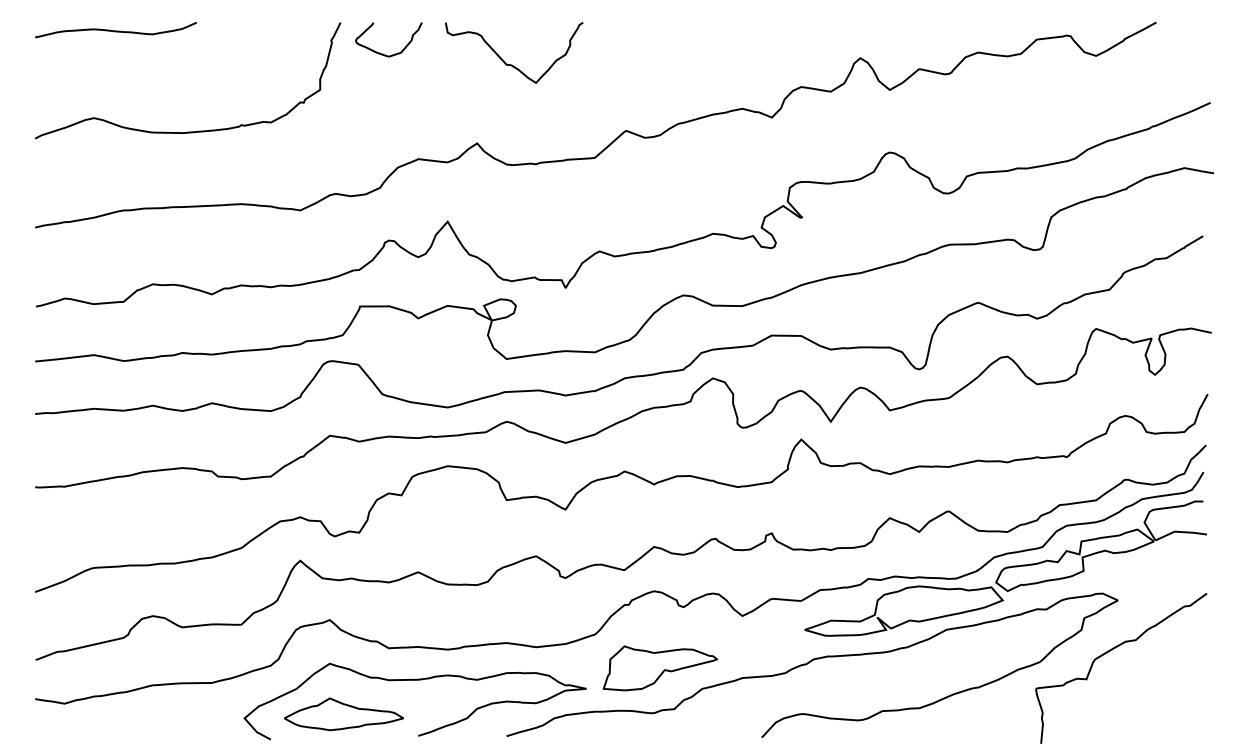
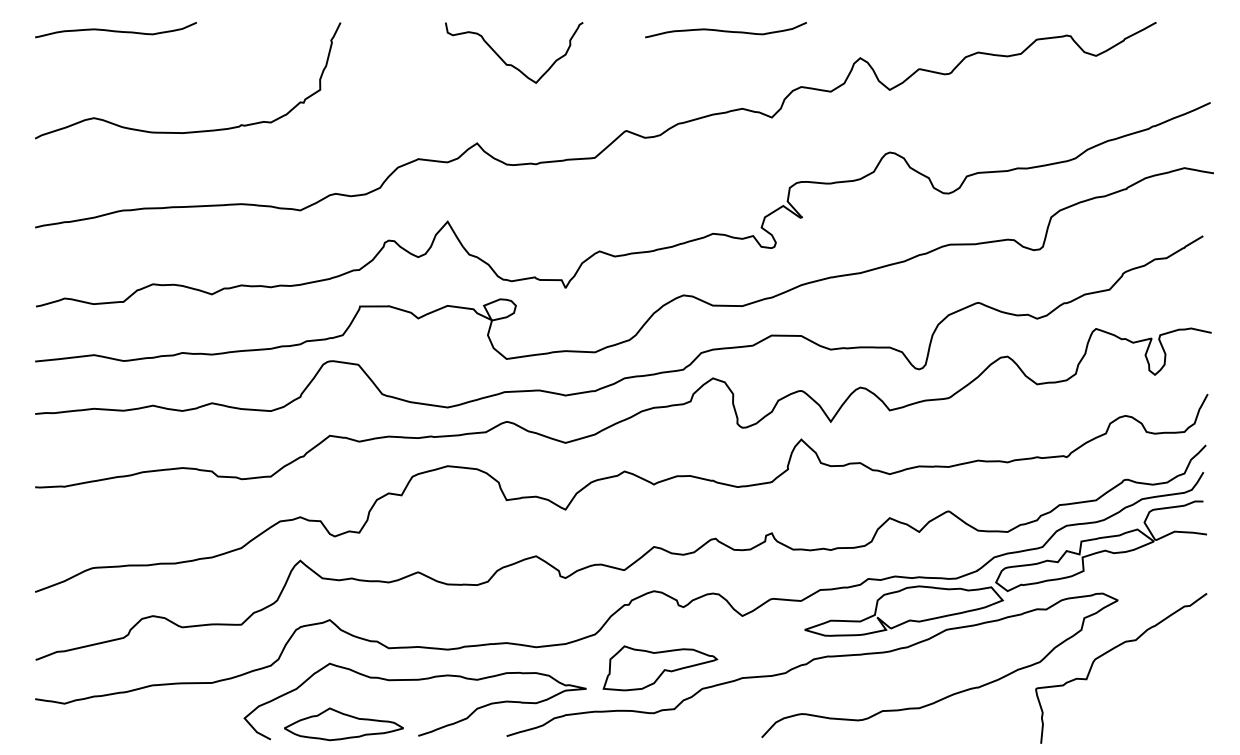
curve at (725, 30): none -> present
part at (382, 53): present -> none
part at (343, 714) position: (343, 714) -> (343, 724)
